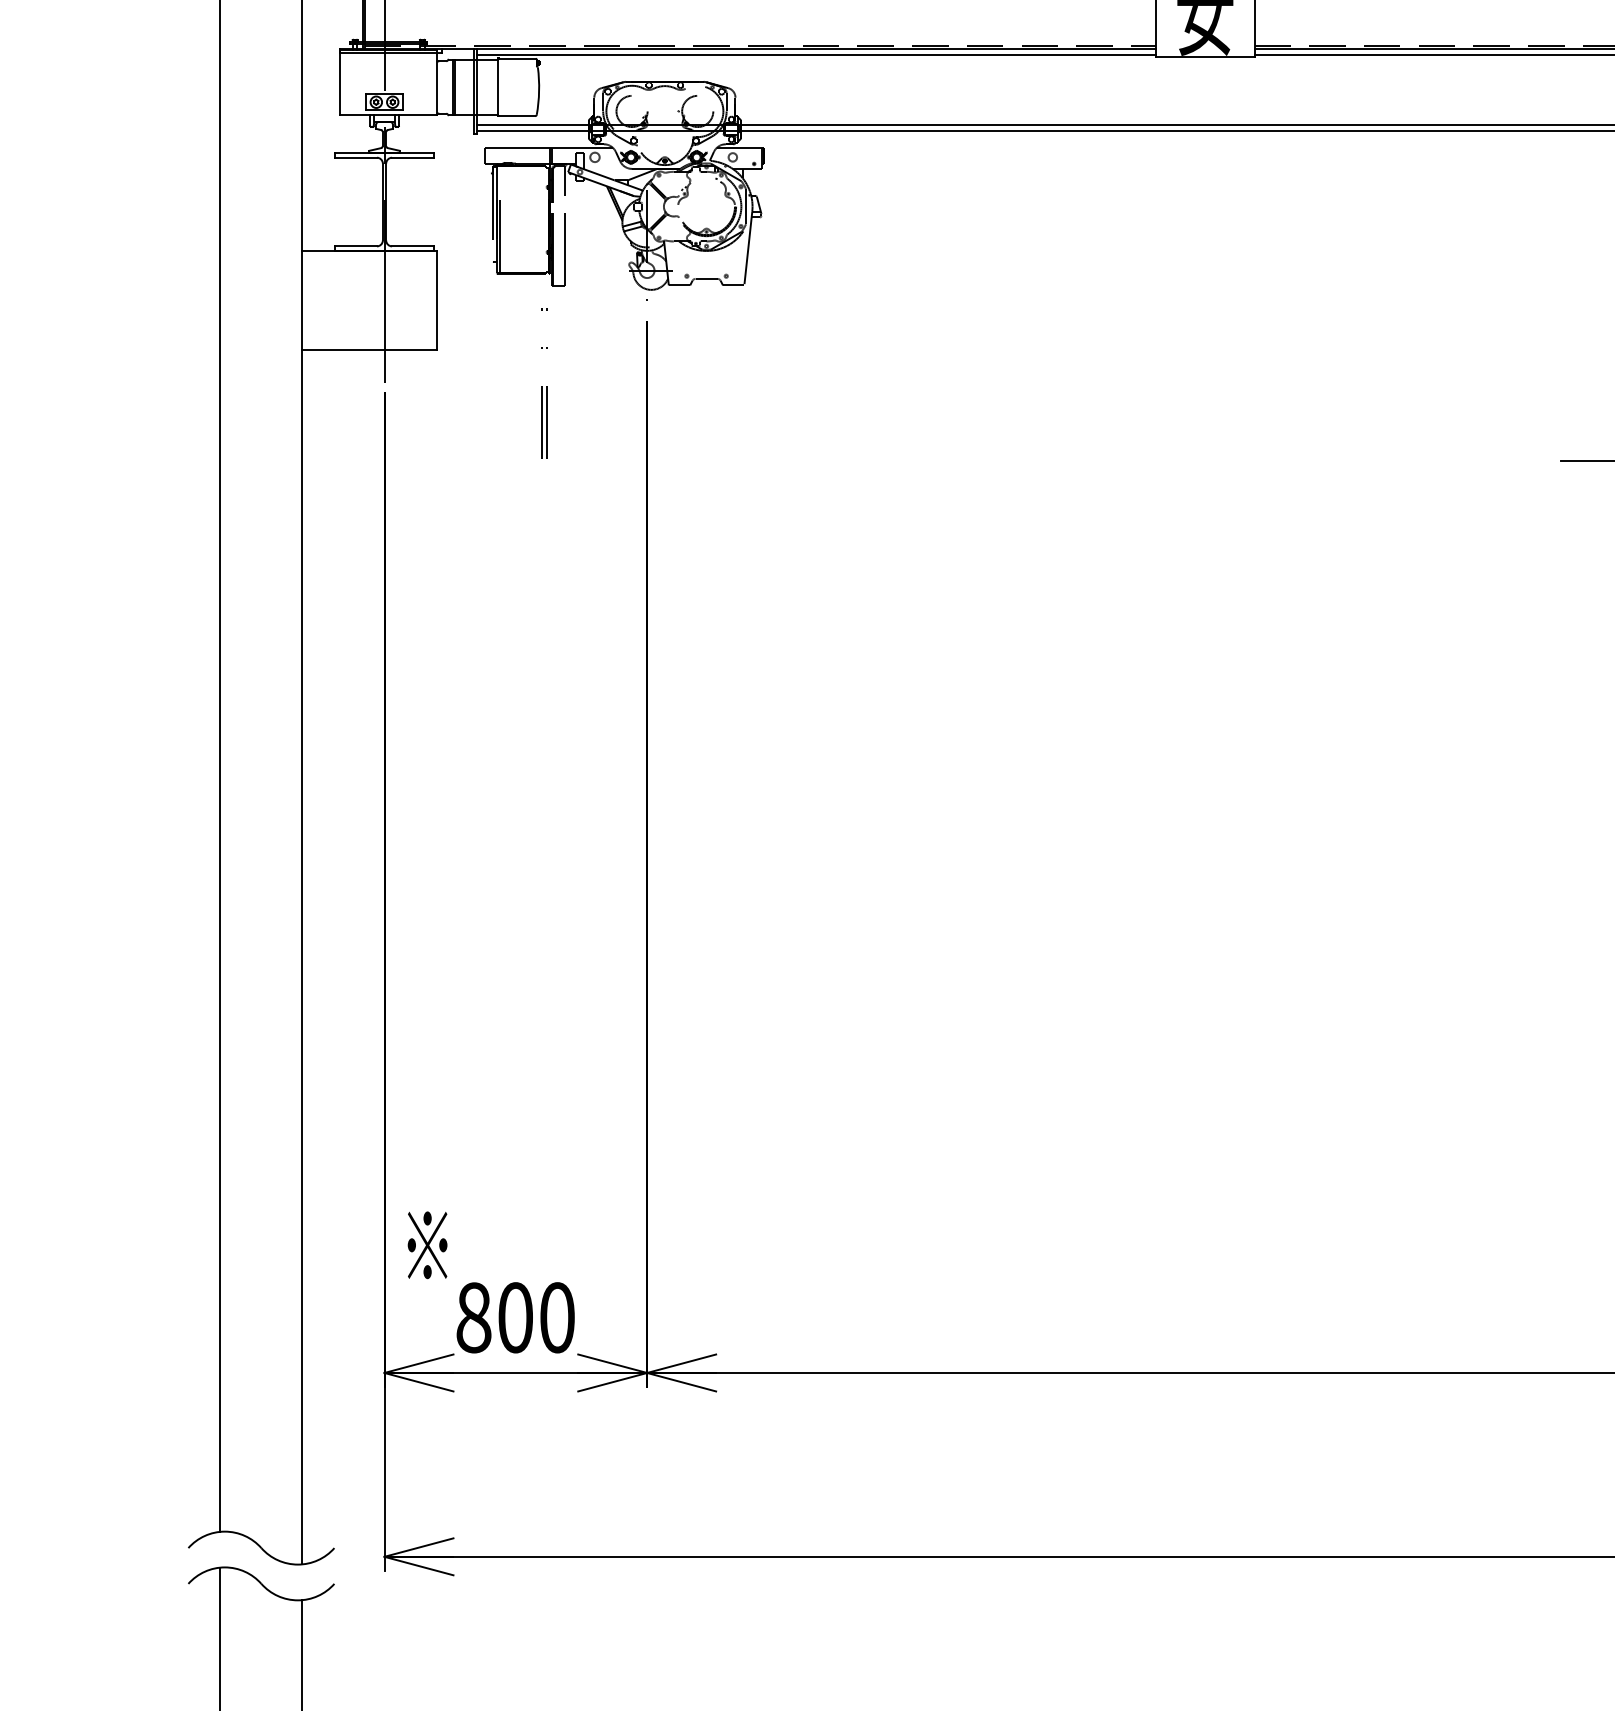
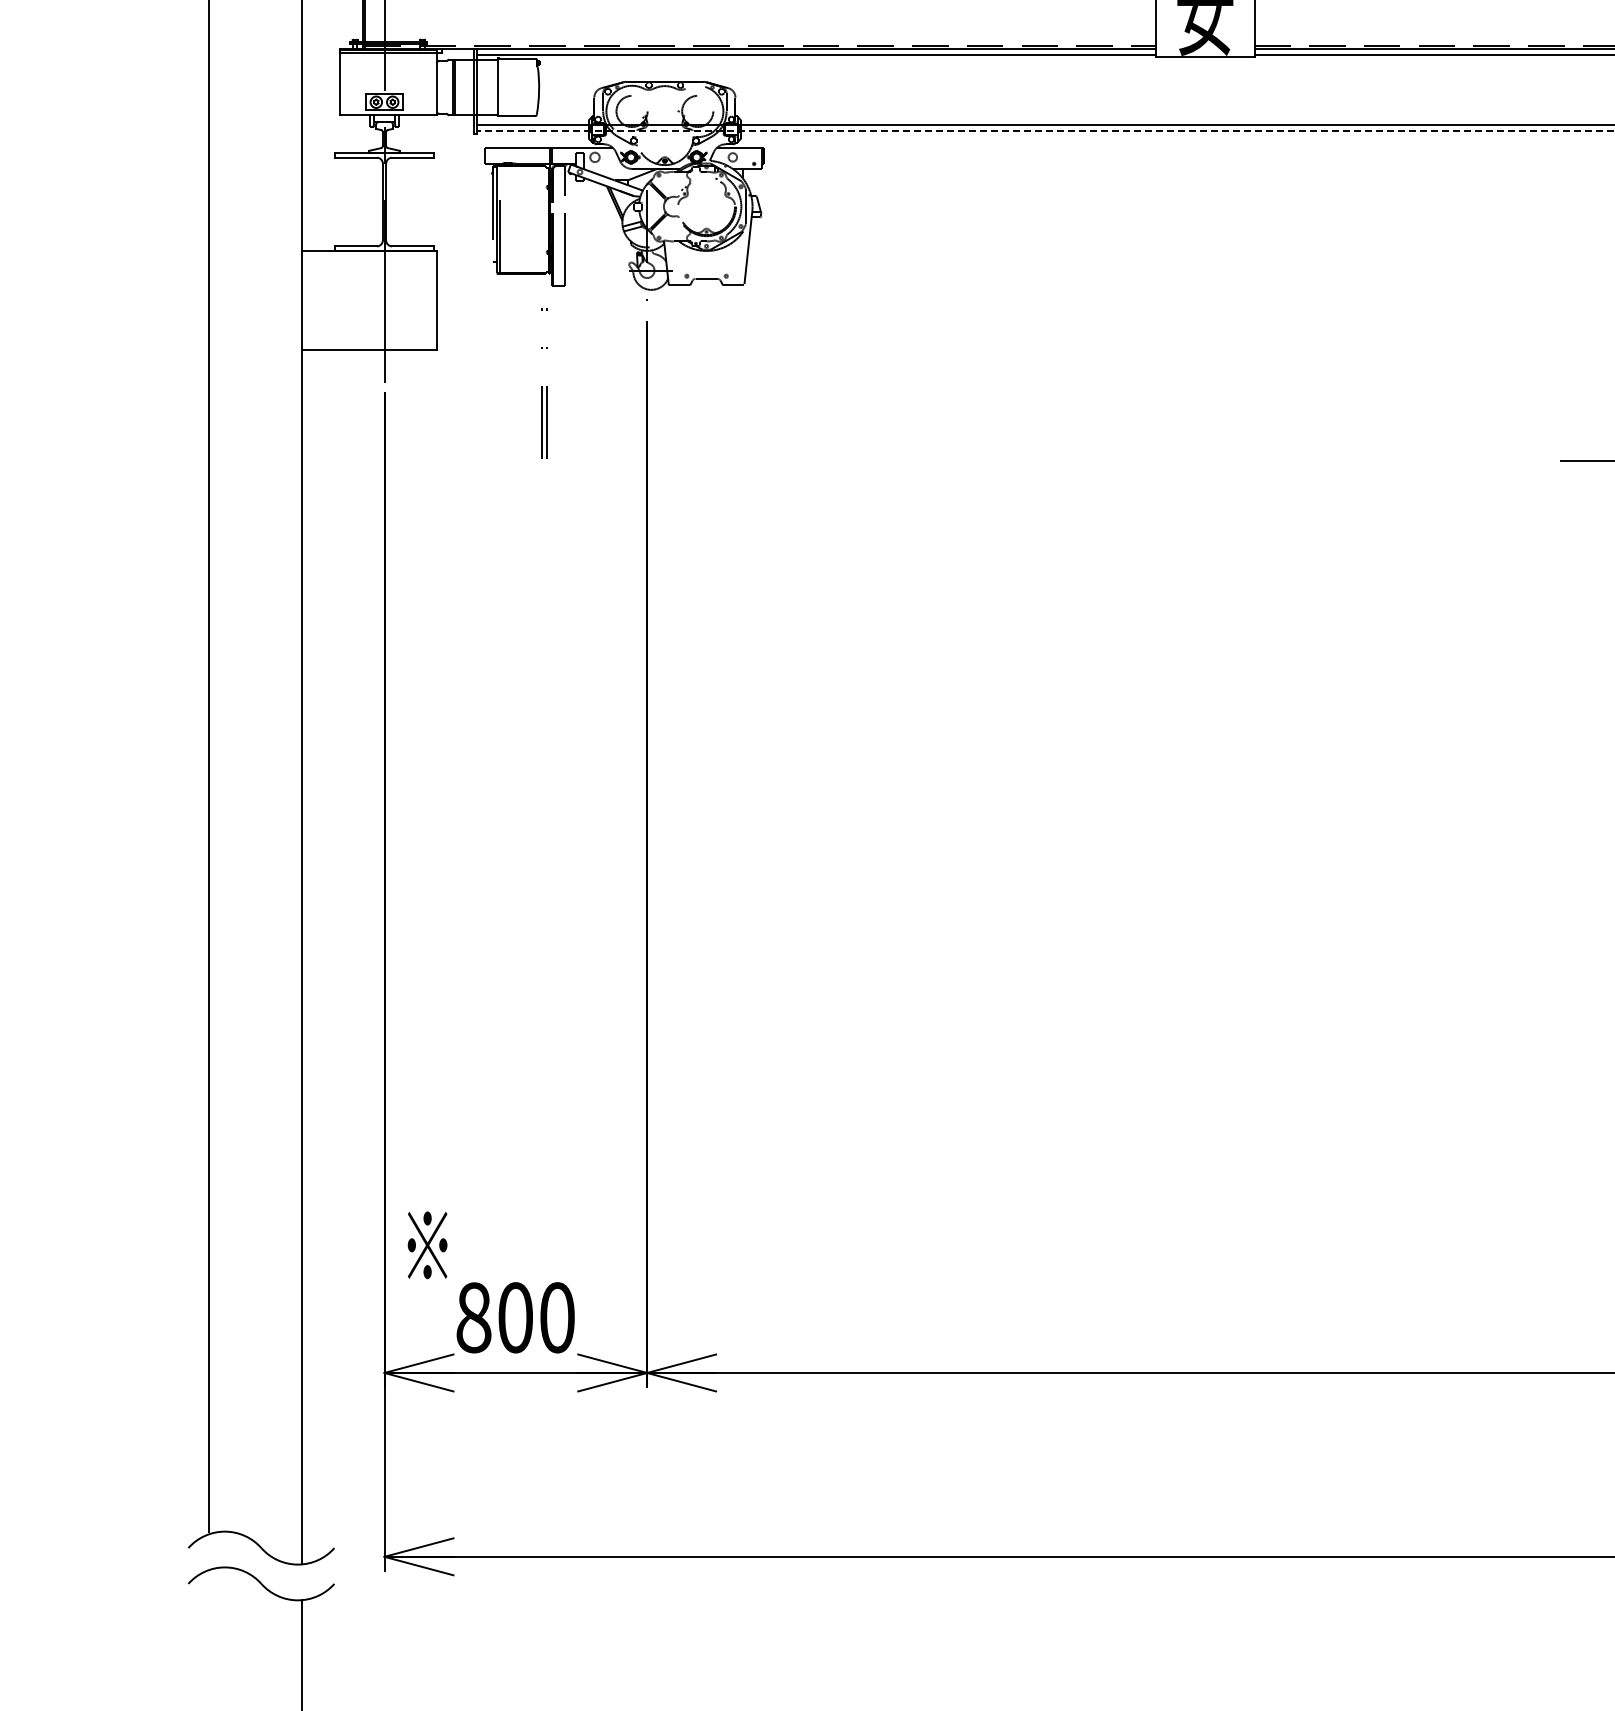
line at (1045, 131): solid -> dashed
line at (220, 766) position: (220, 766) -> (209, 766)
line at (220, 1637): present -> none
